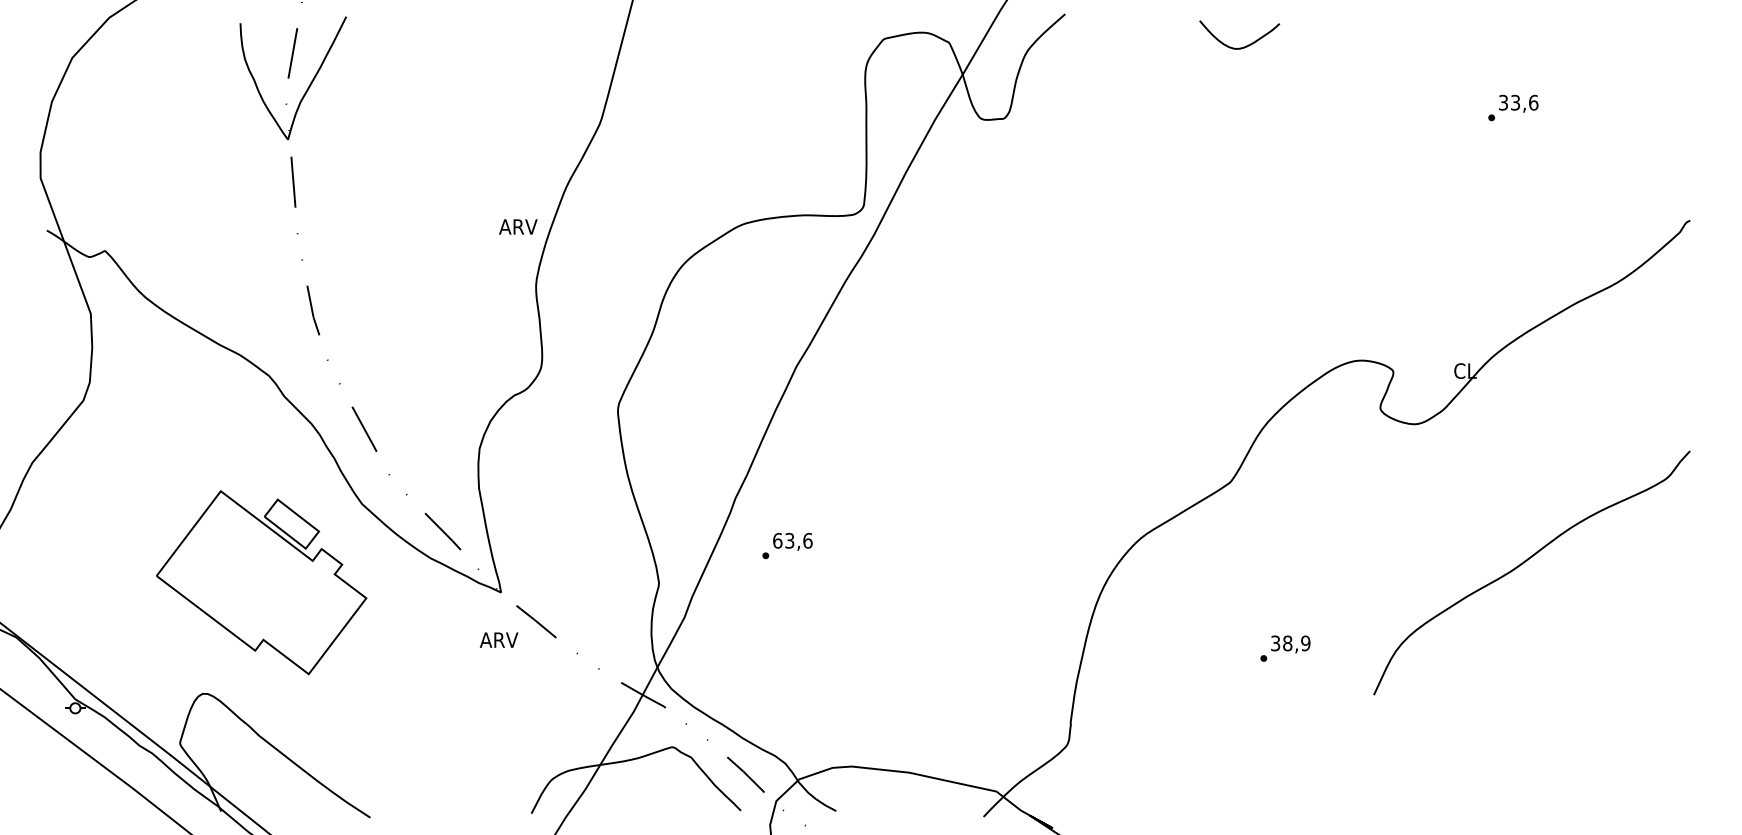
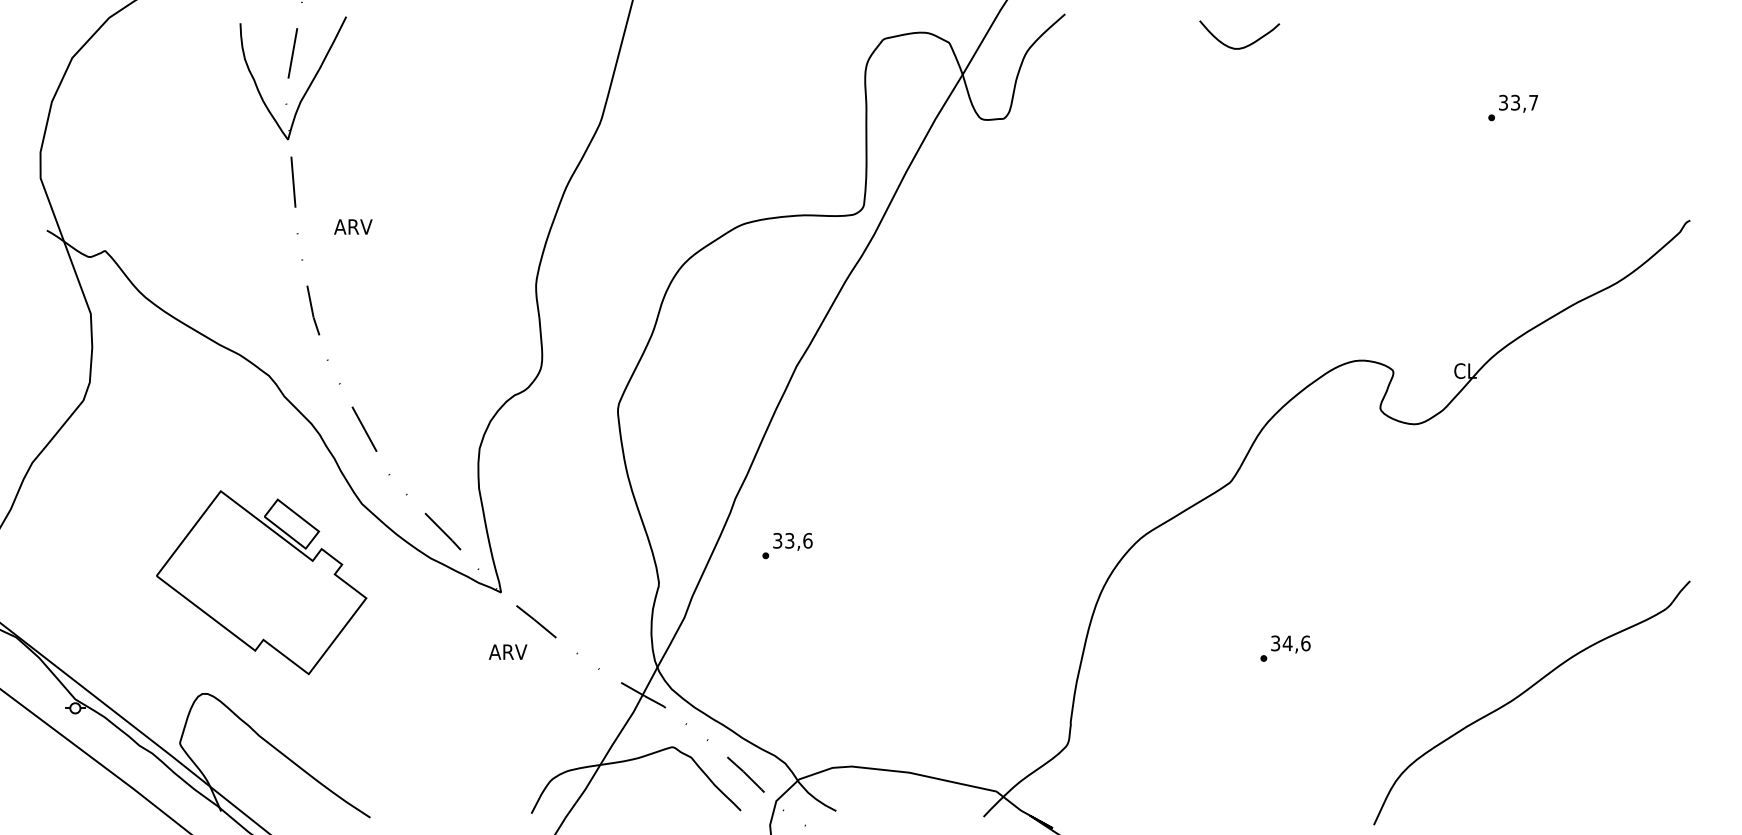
text at (1533, 102): 33,6 -> 33,7
text at (518, 226) position: (518, 226) -> (353, 226)
text at (777, 540): 63,6 -> 33,6
curve at (1524, 563) position: (1524, 563) -> (1524, 693)
text at (498, 639) position: (498, 639) -> (507, 651)
text at (1296, 643): 38,9 -> 34,6
